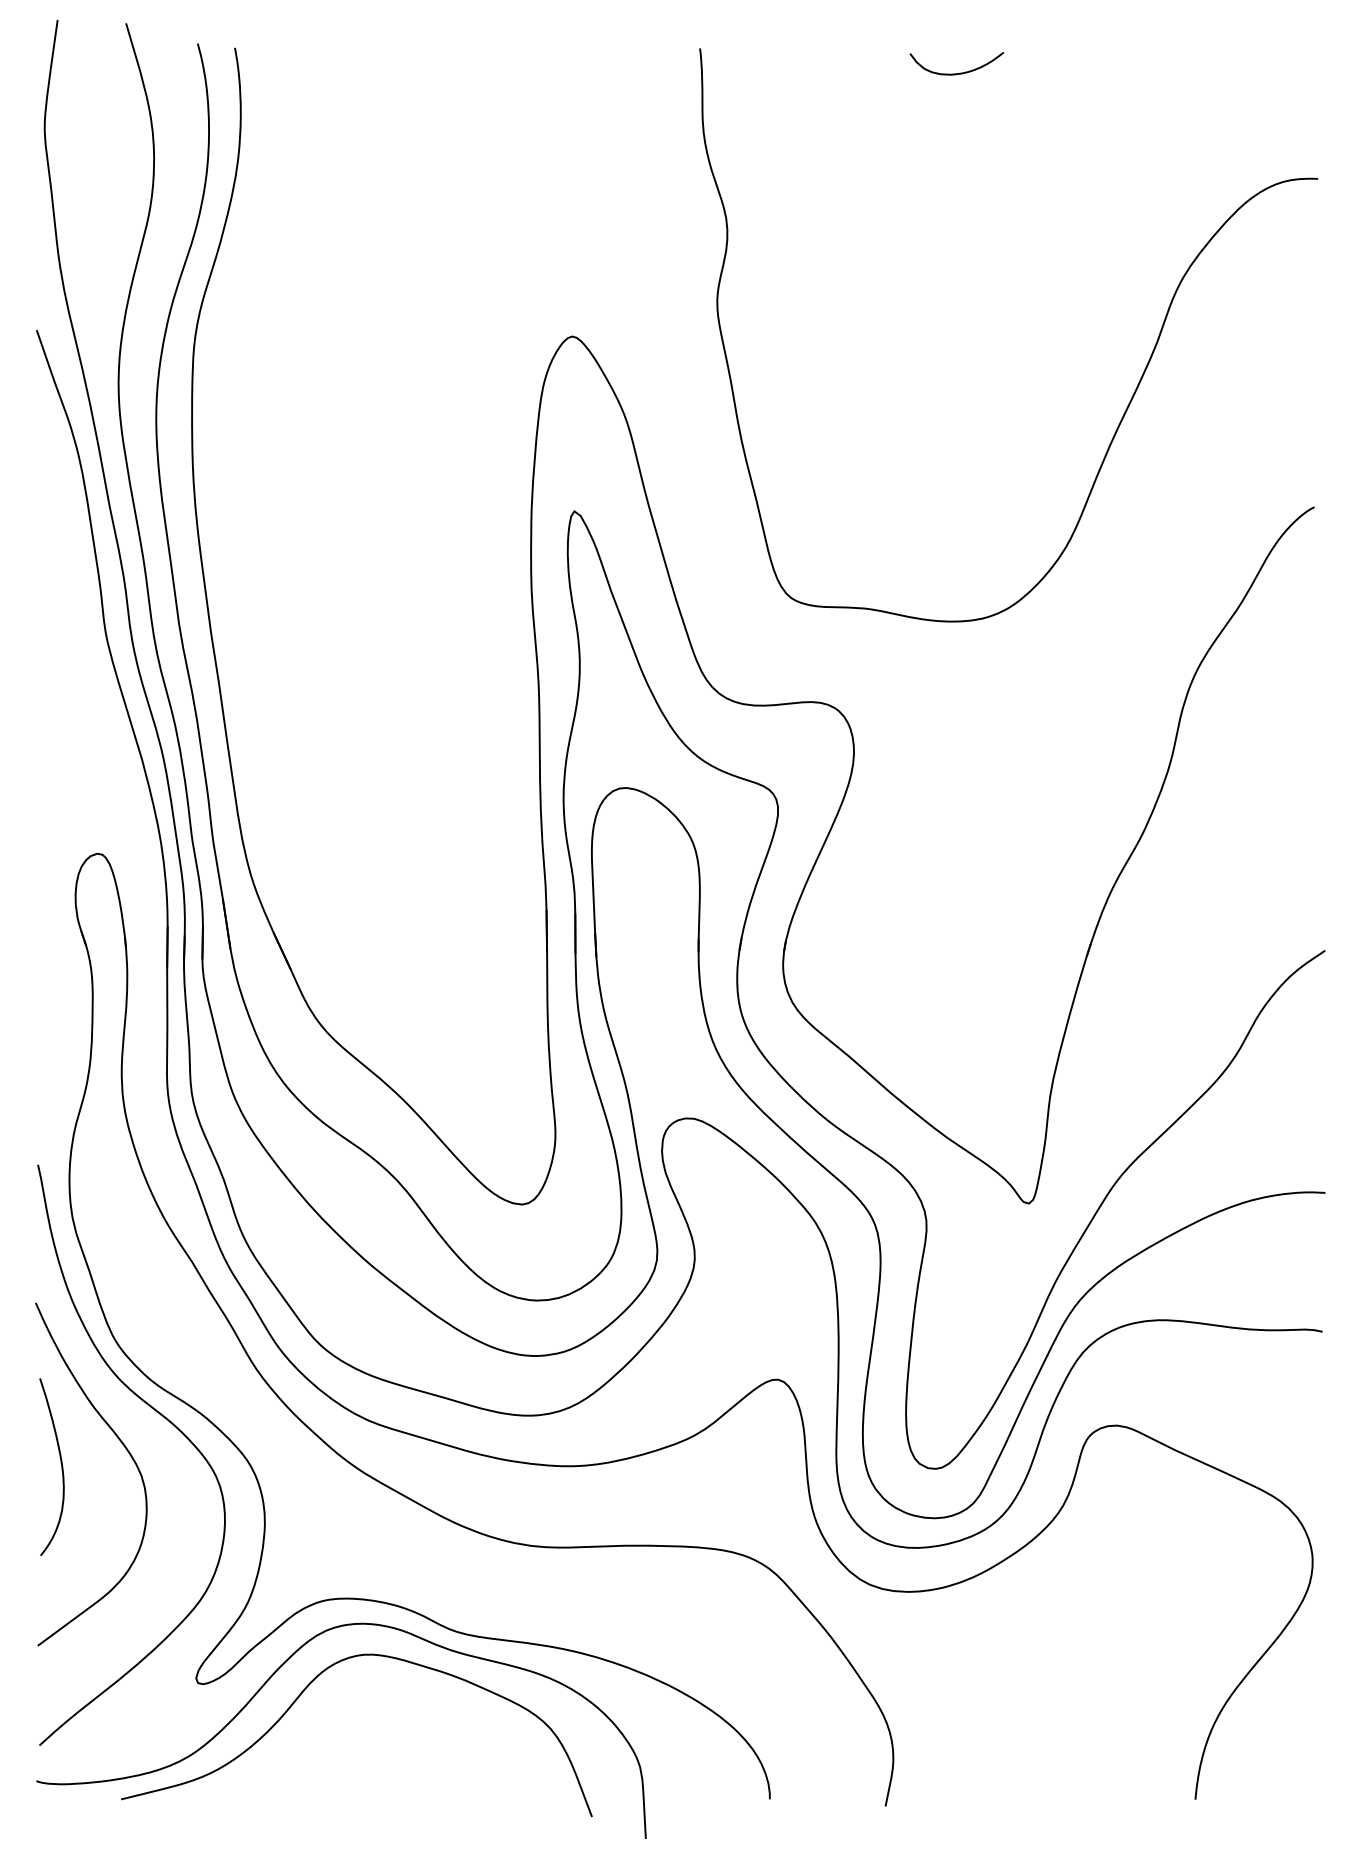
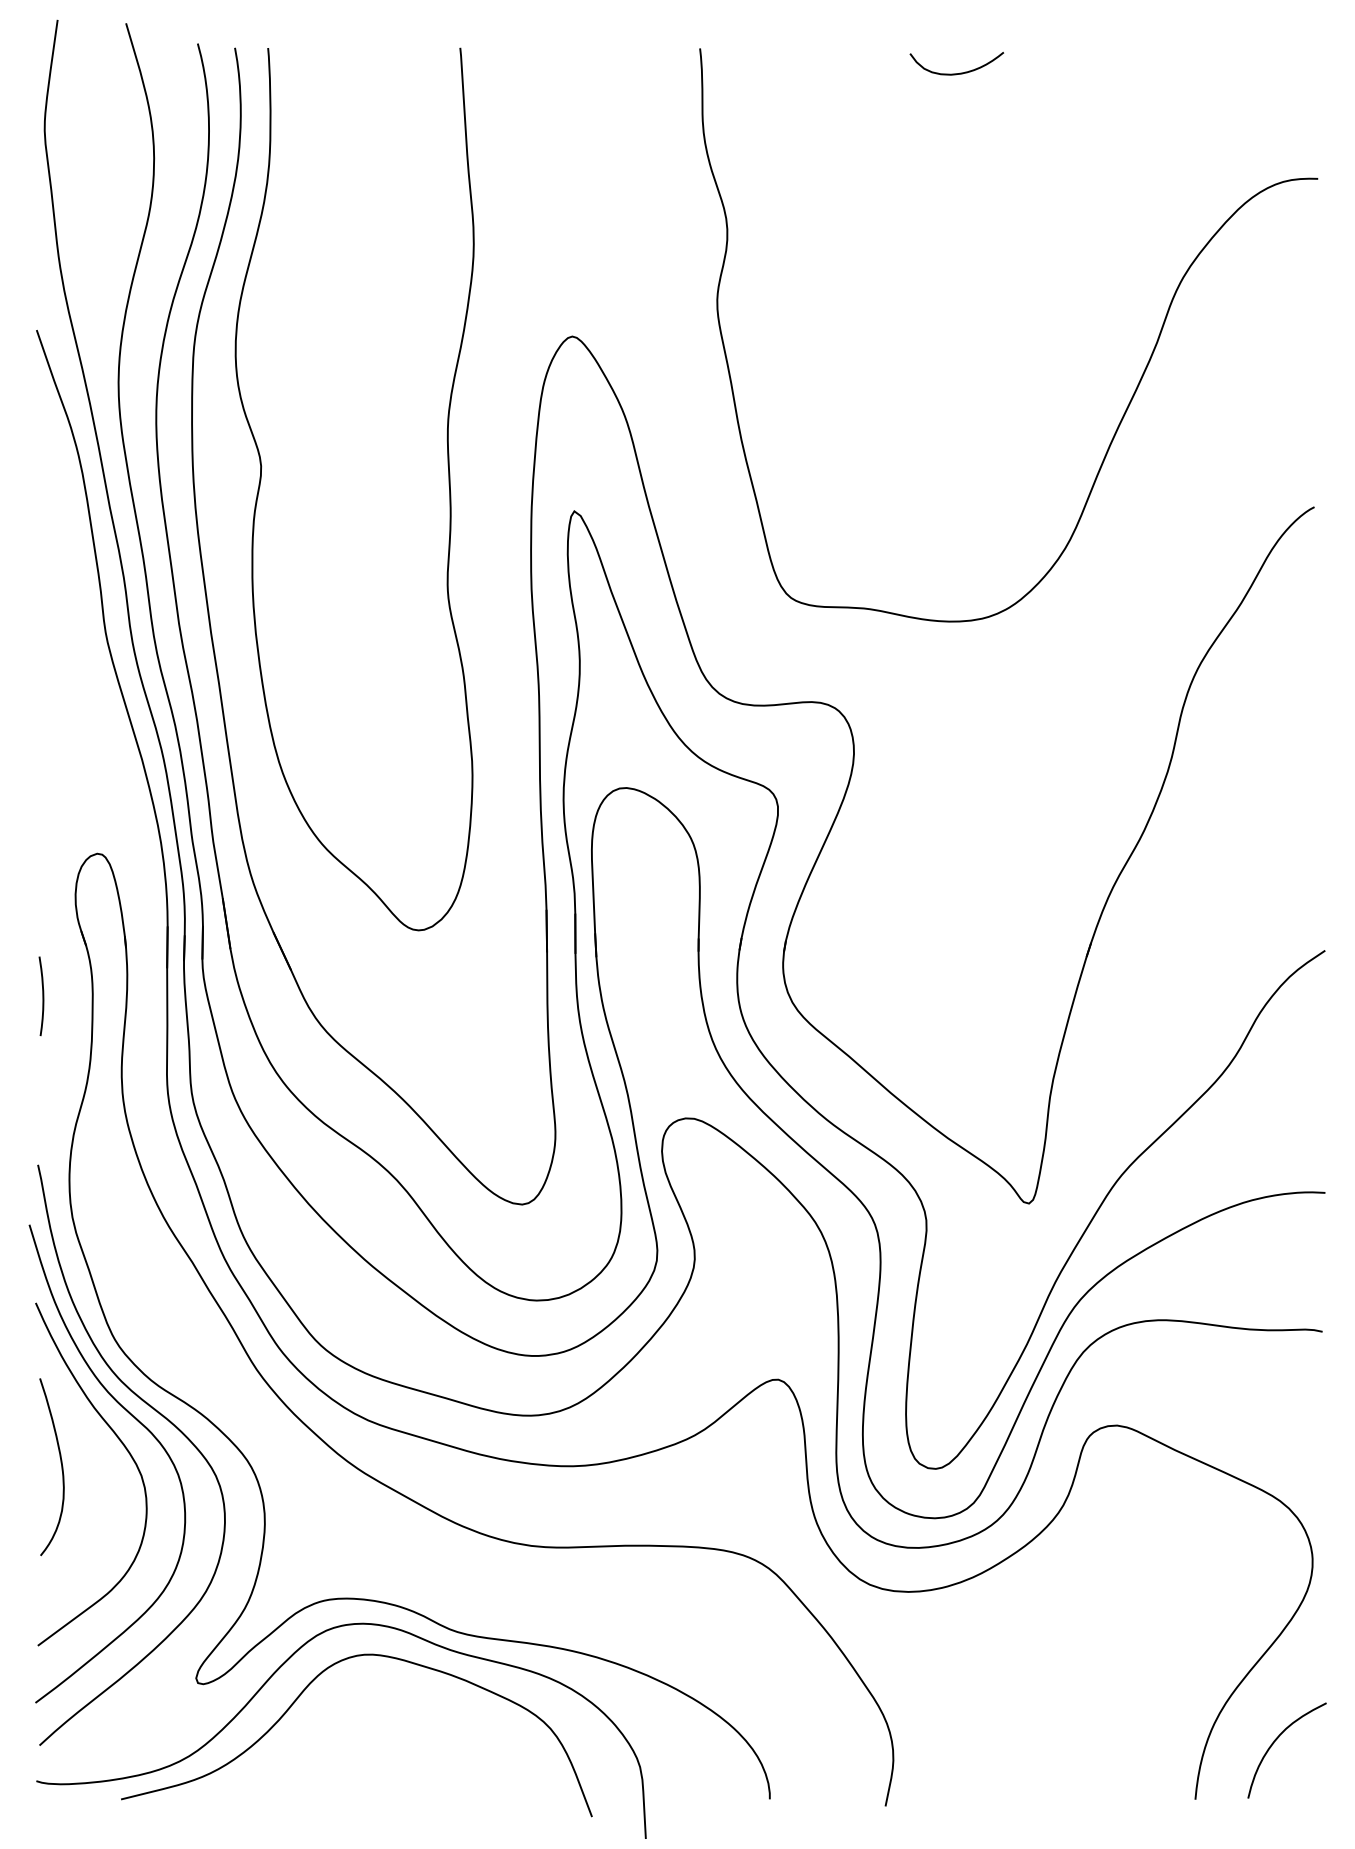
curve at (261, 480): none -> present
curve at (42, 996): none -> present
curve at (140, 1424): none -> present
curve at (1274, 1743): none -> present
